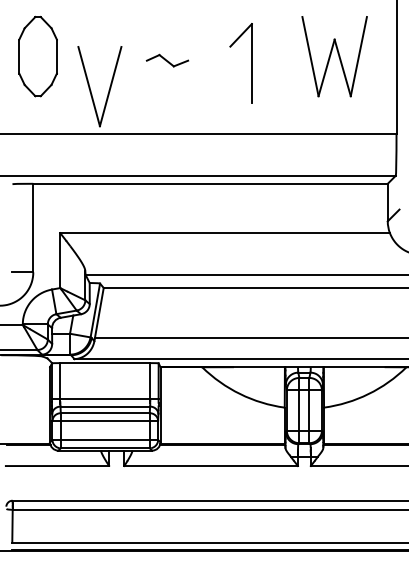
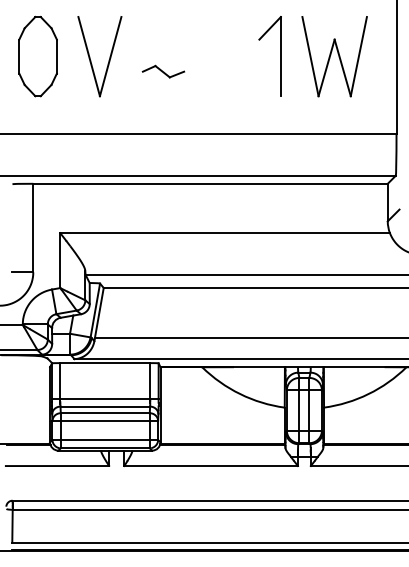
part at (166, 60) position: (166, 60) -> (162, 71)
part at (251, 63) position: (251, 63) -> (280, 56)
part at (91, 90) position: (91, 90) -> (91, 60)
